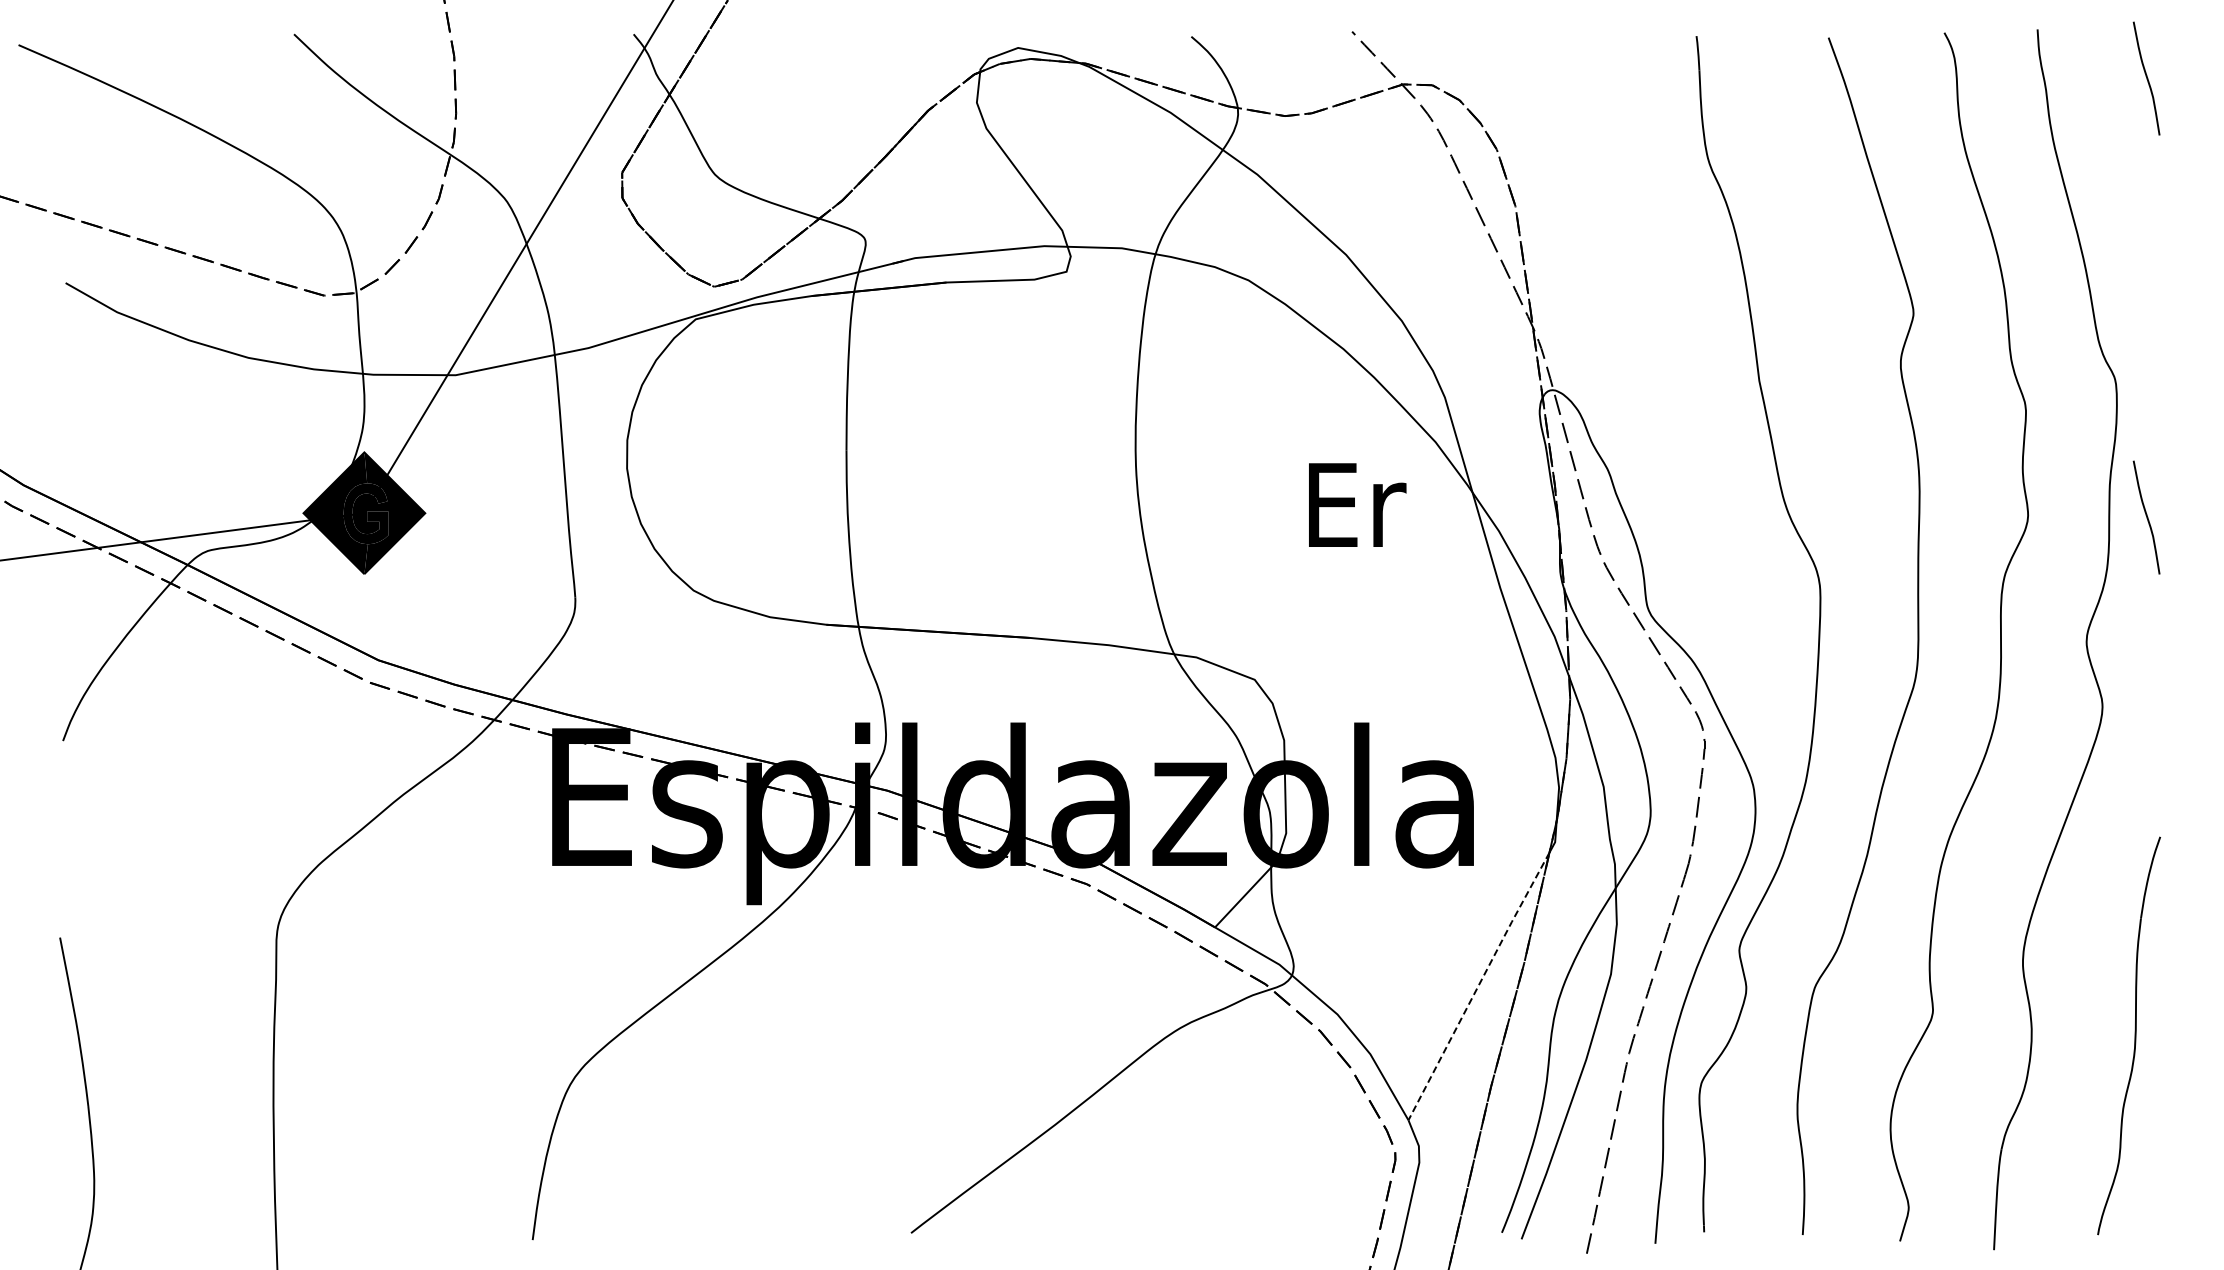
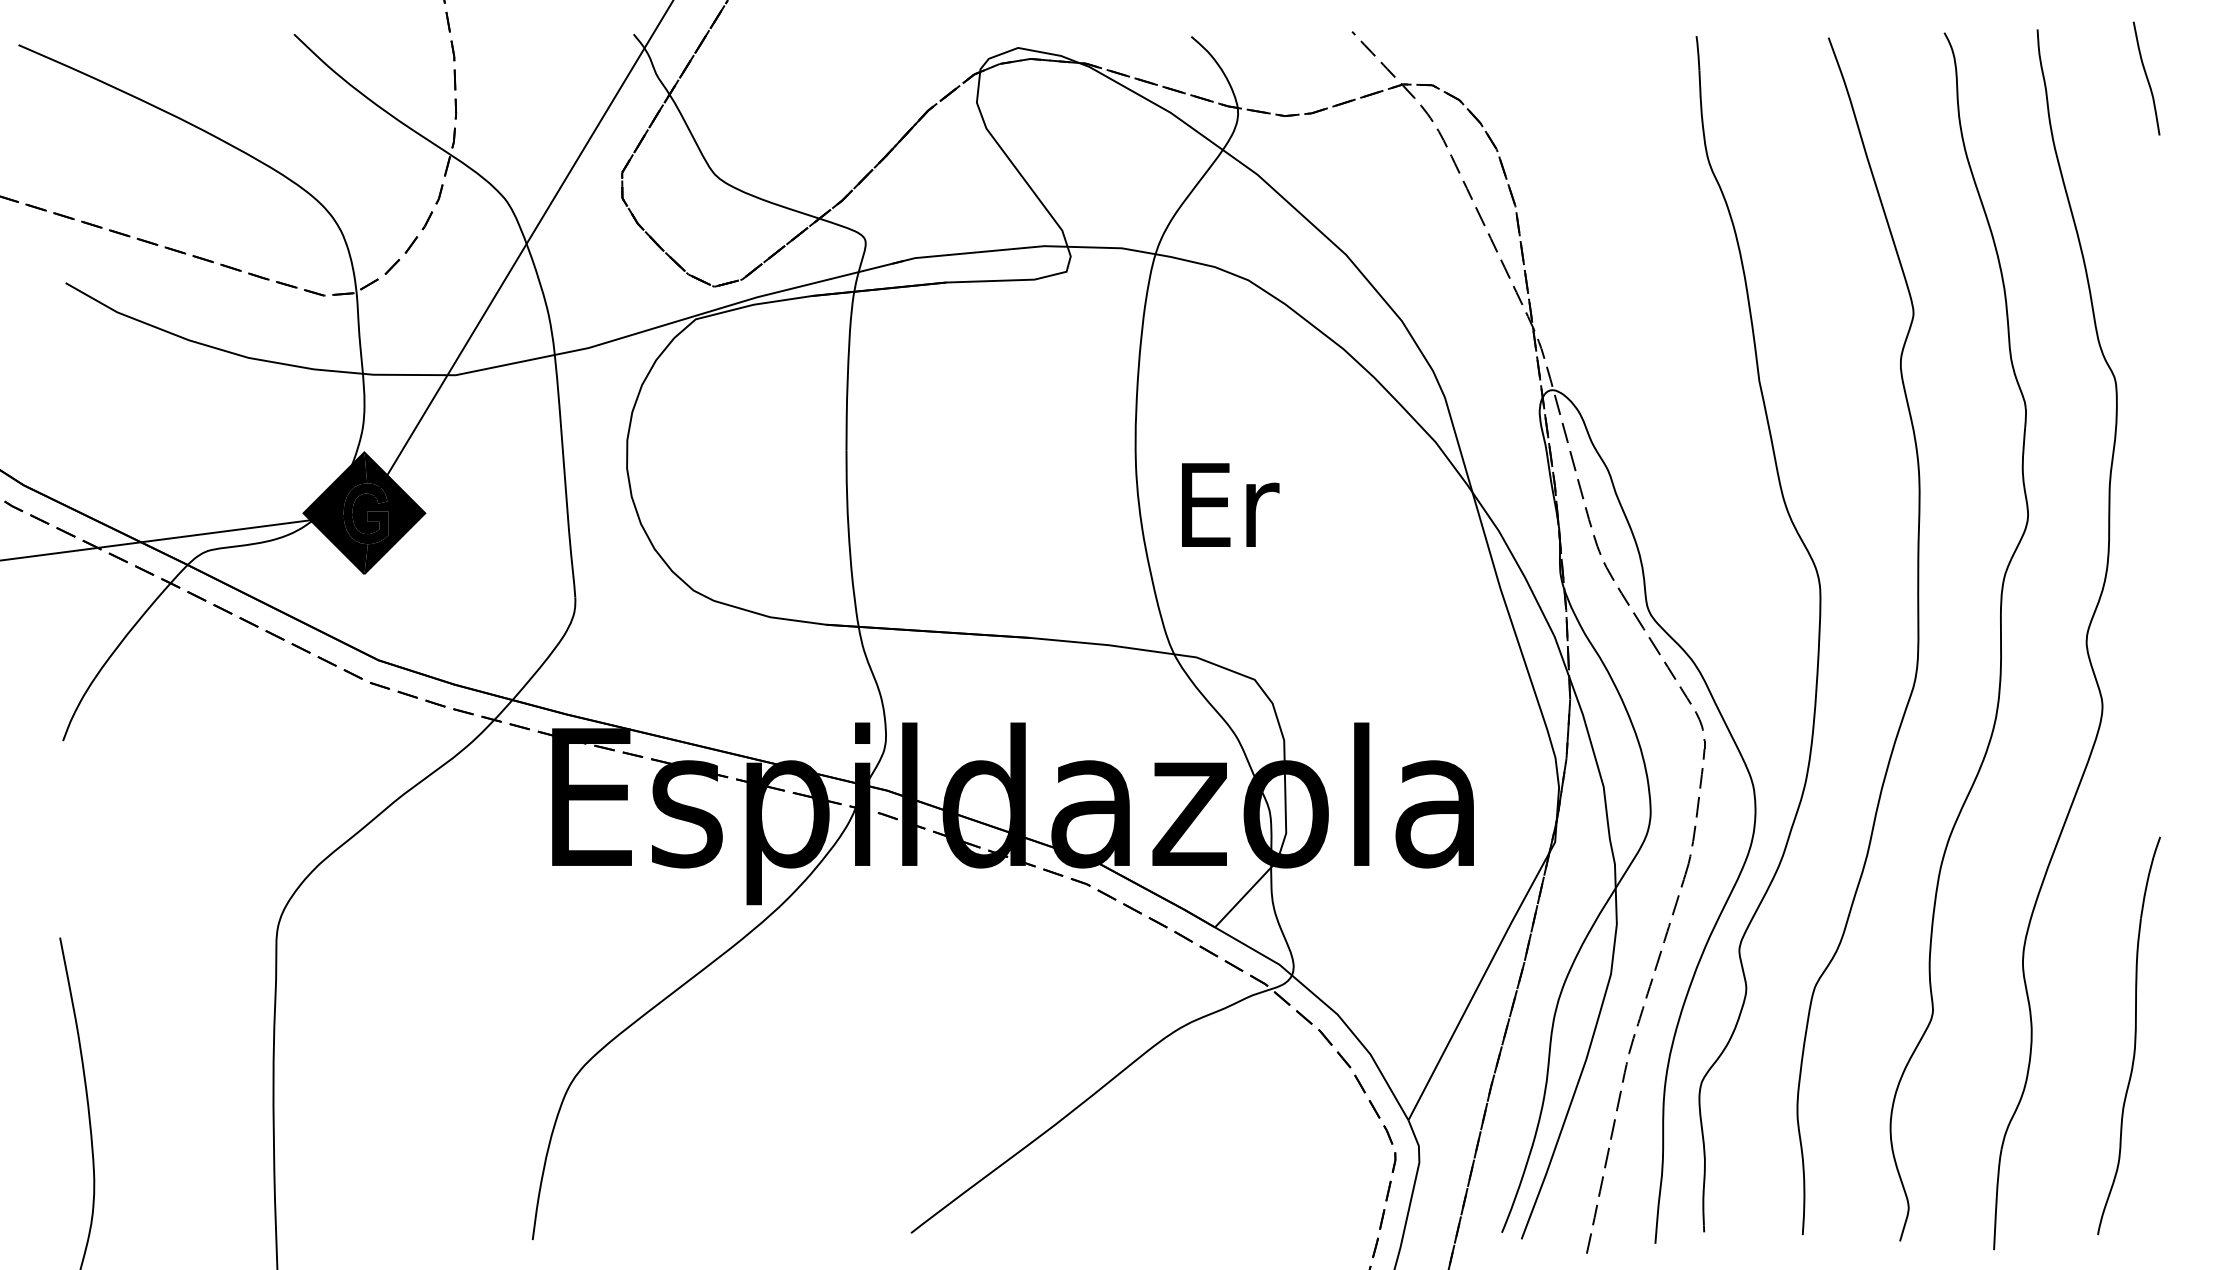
text at (1357, 504) position: (1357, 504) -> (1230, 504)
curve at (2146, 517): present -> none
line at (1478, 985): dashed -> solid
